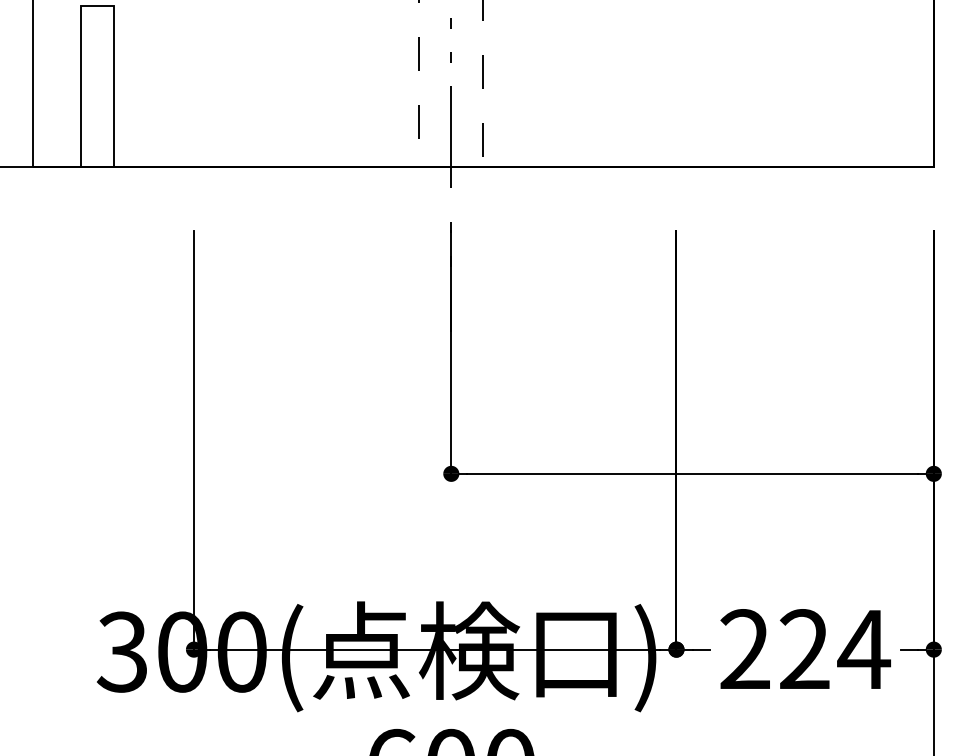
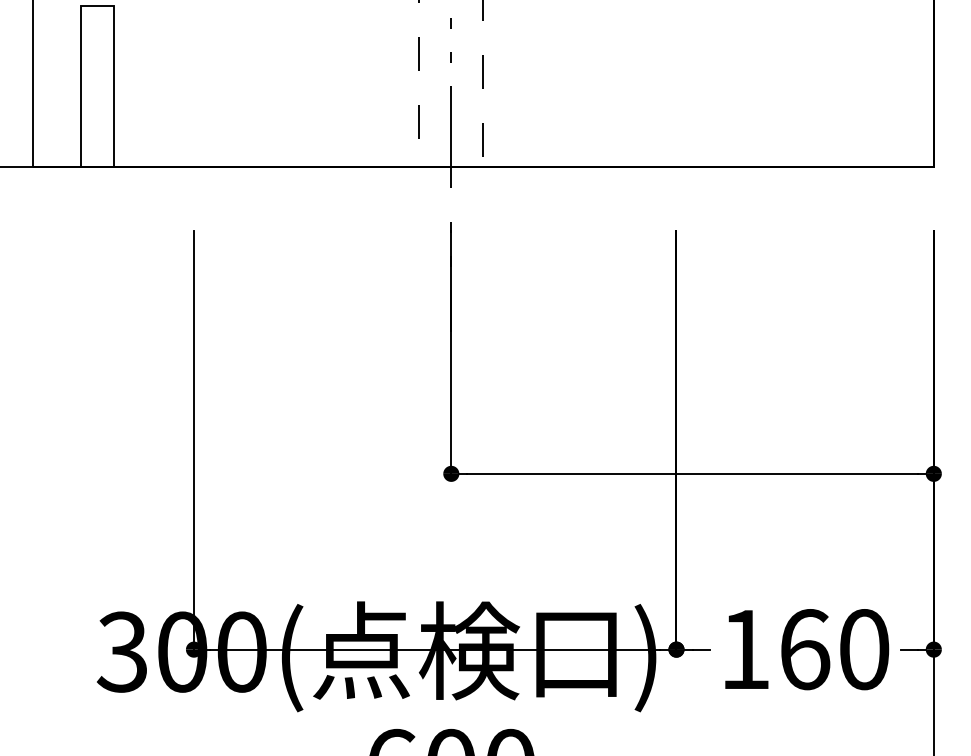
text at (805, 649): 224 -> 160
